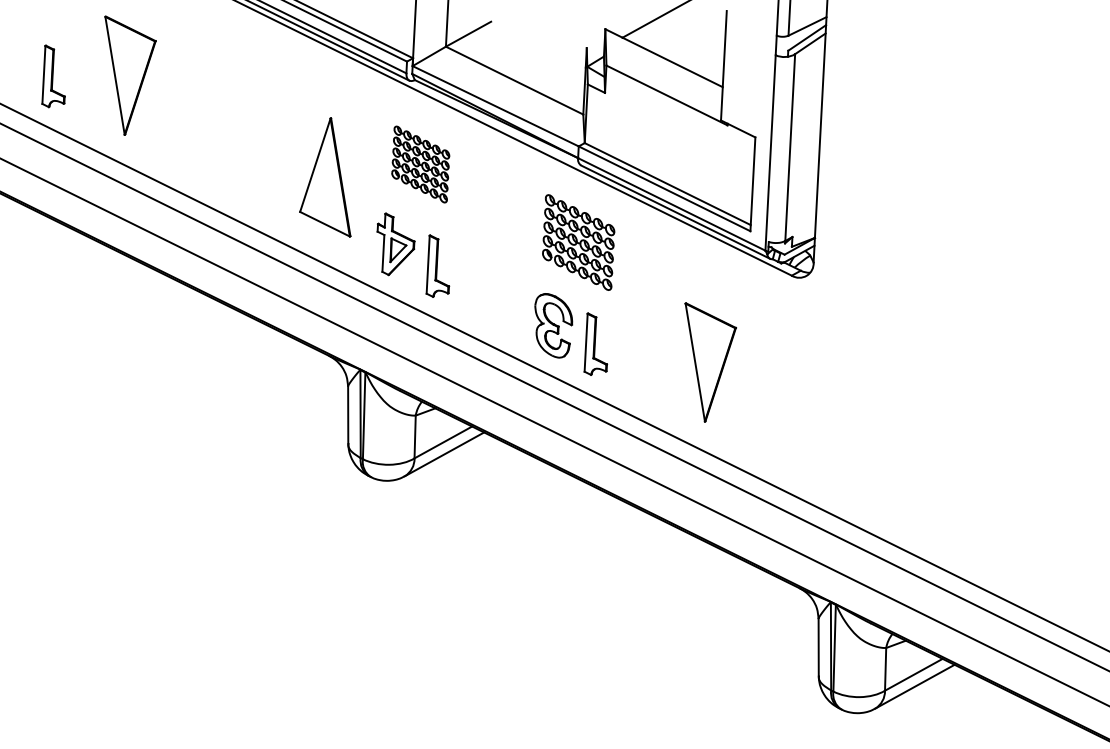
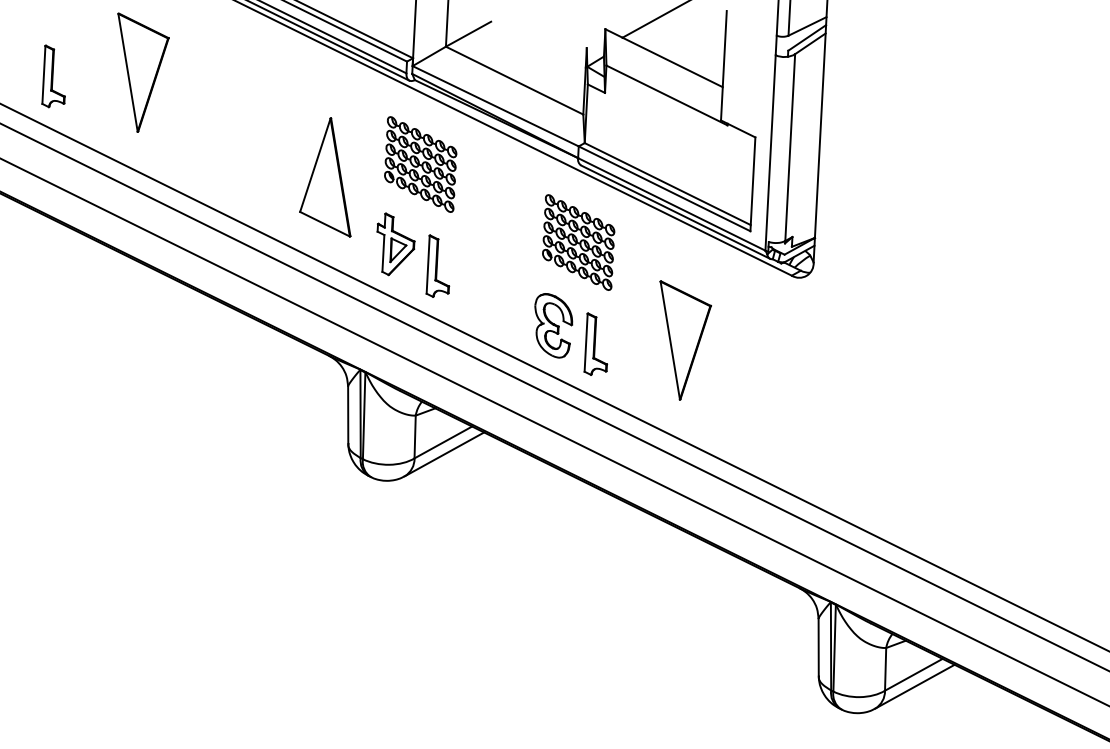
part at (130, 75) position: (130, 75) -> (143, 72)
part at (420, 164) size: 60x79 px -> 74x97 px
part at (710, 362) position: (710, 362) -> (685, 340)
